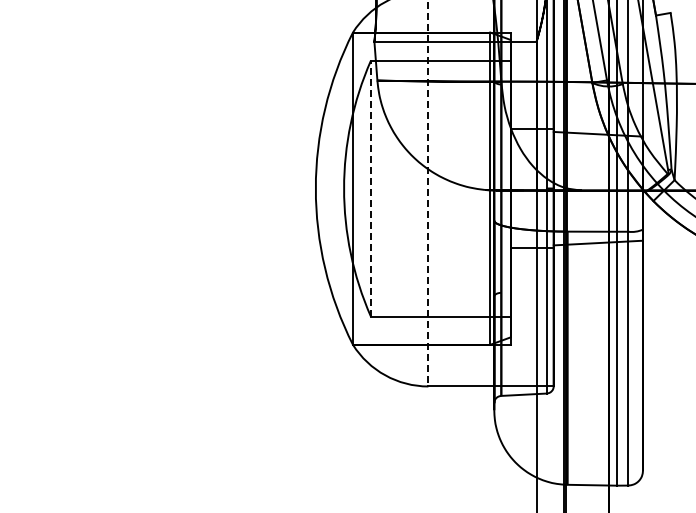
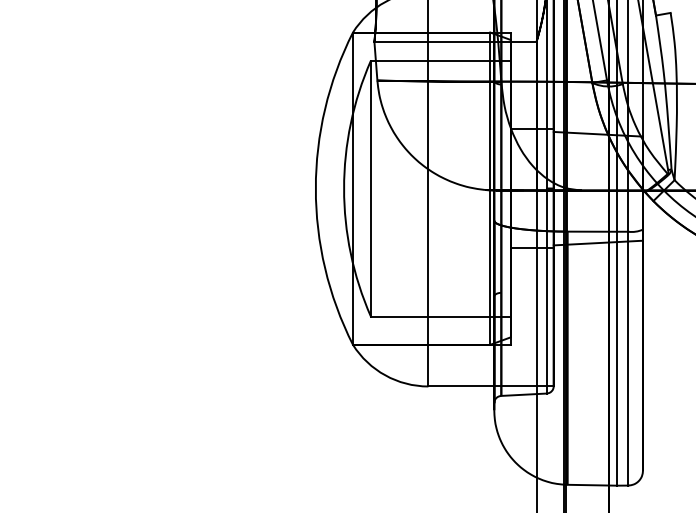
line at (370, 188): dashed -> solid
line at (428, 193): dashed -> solid
